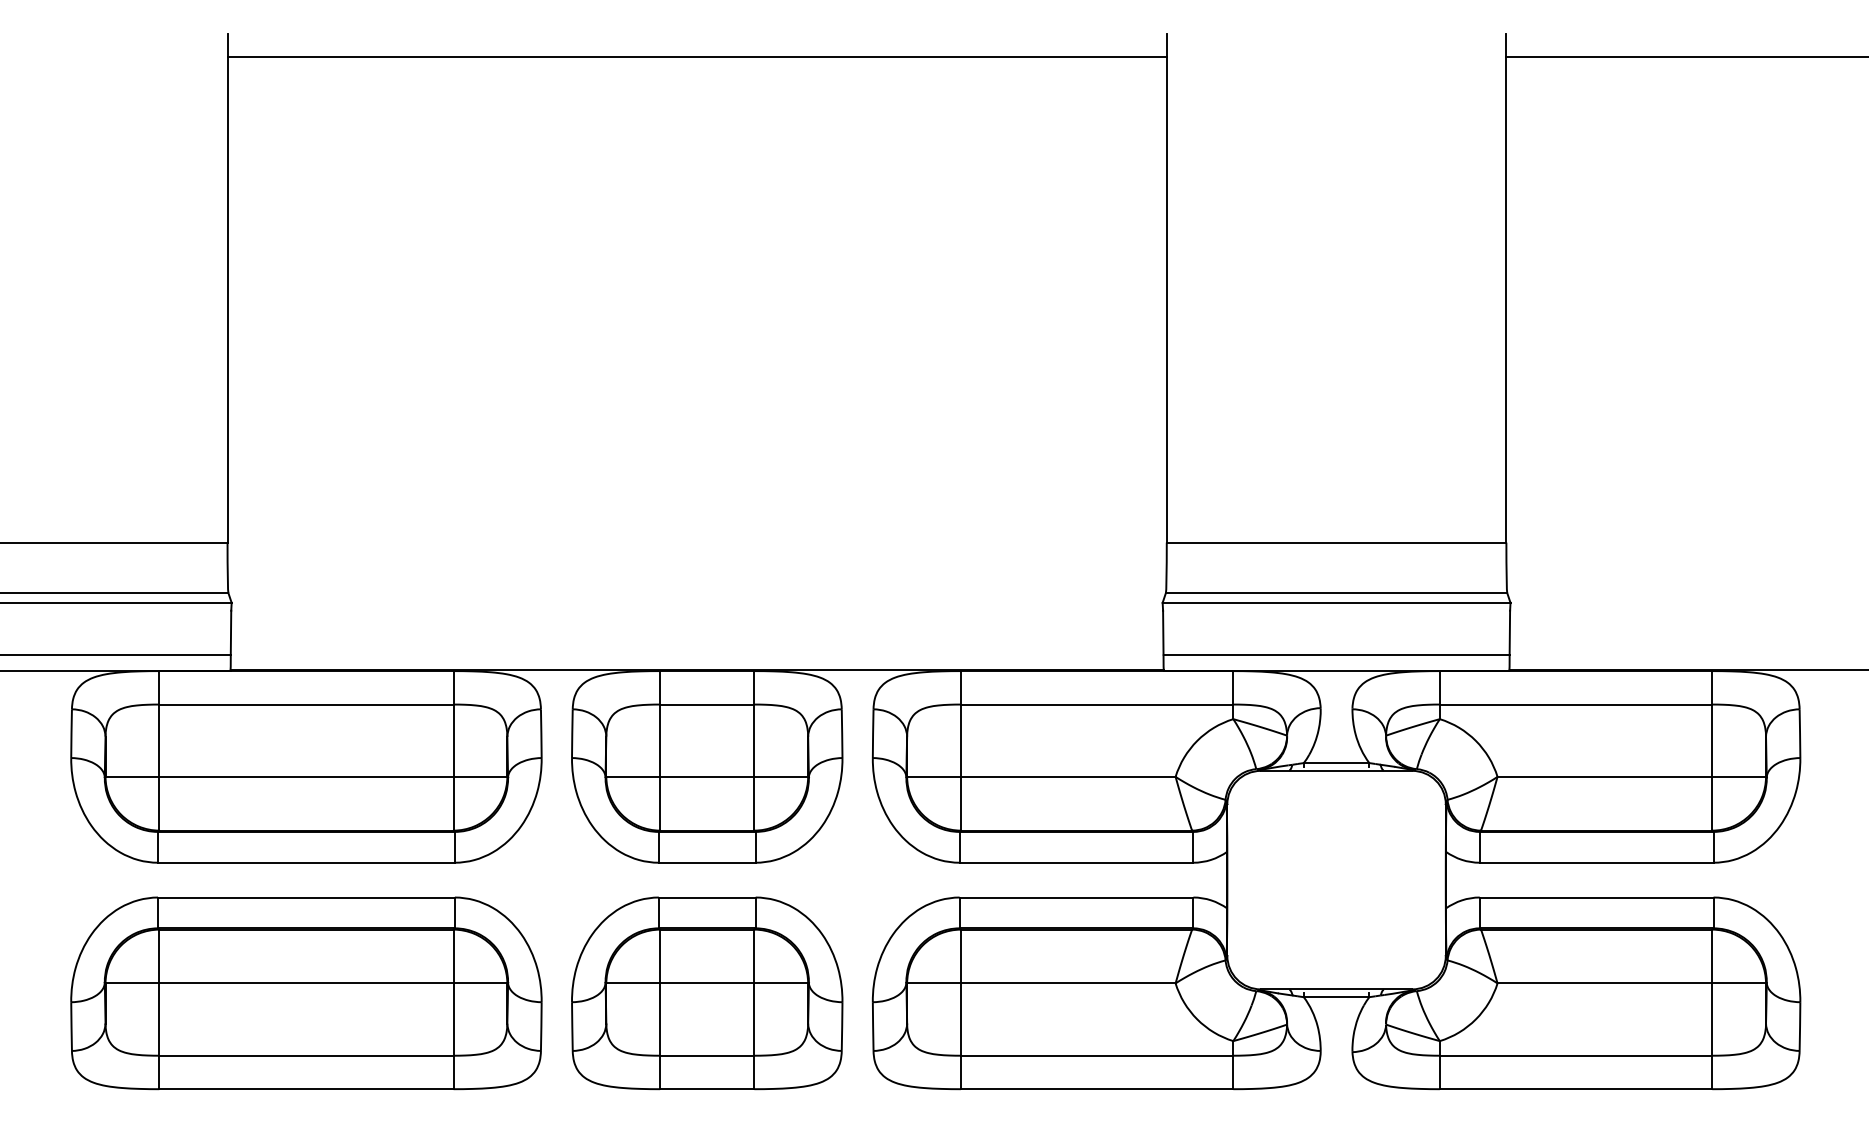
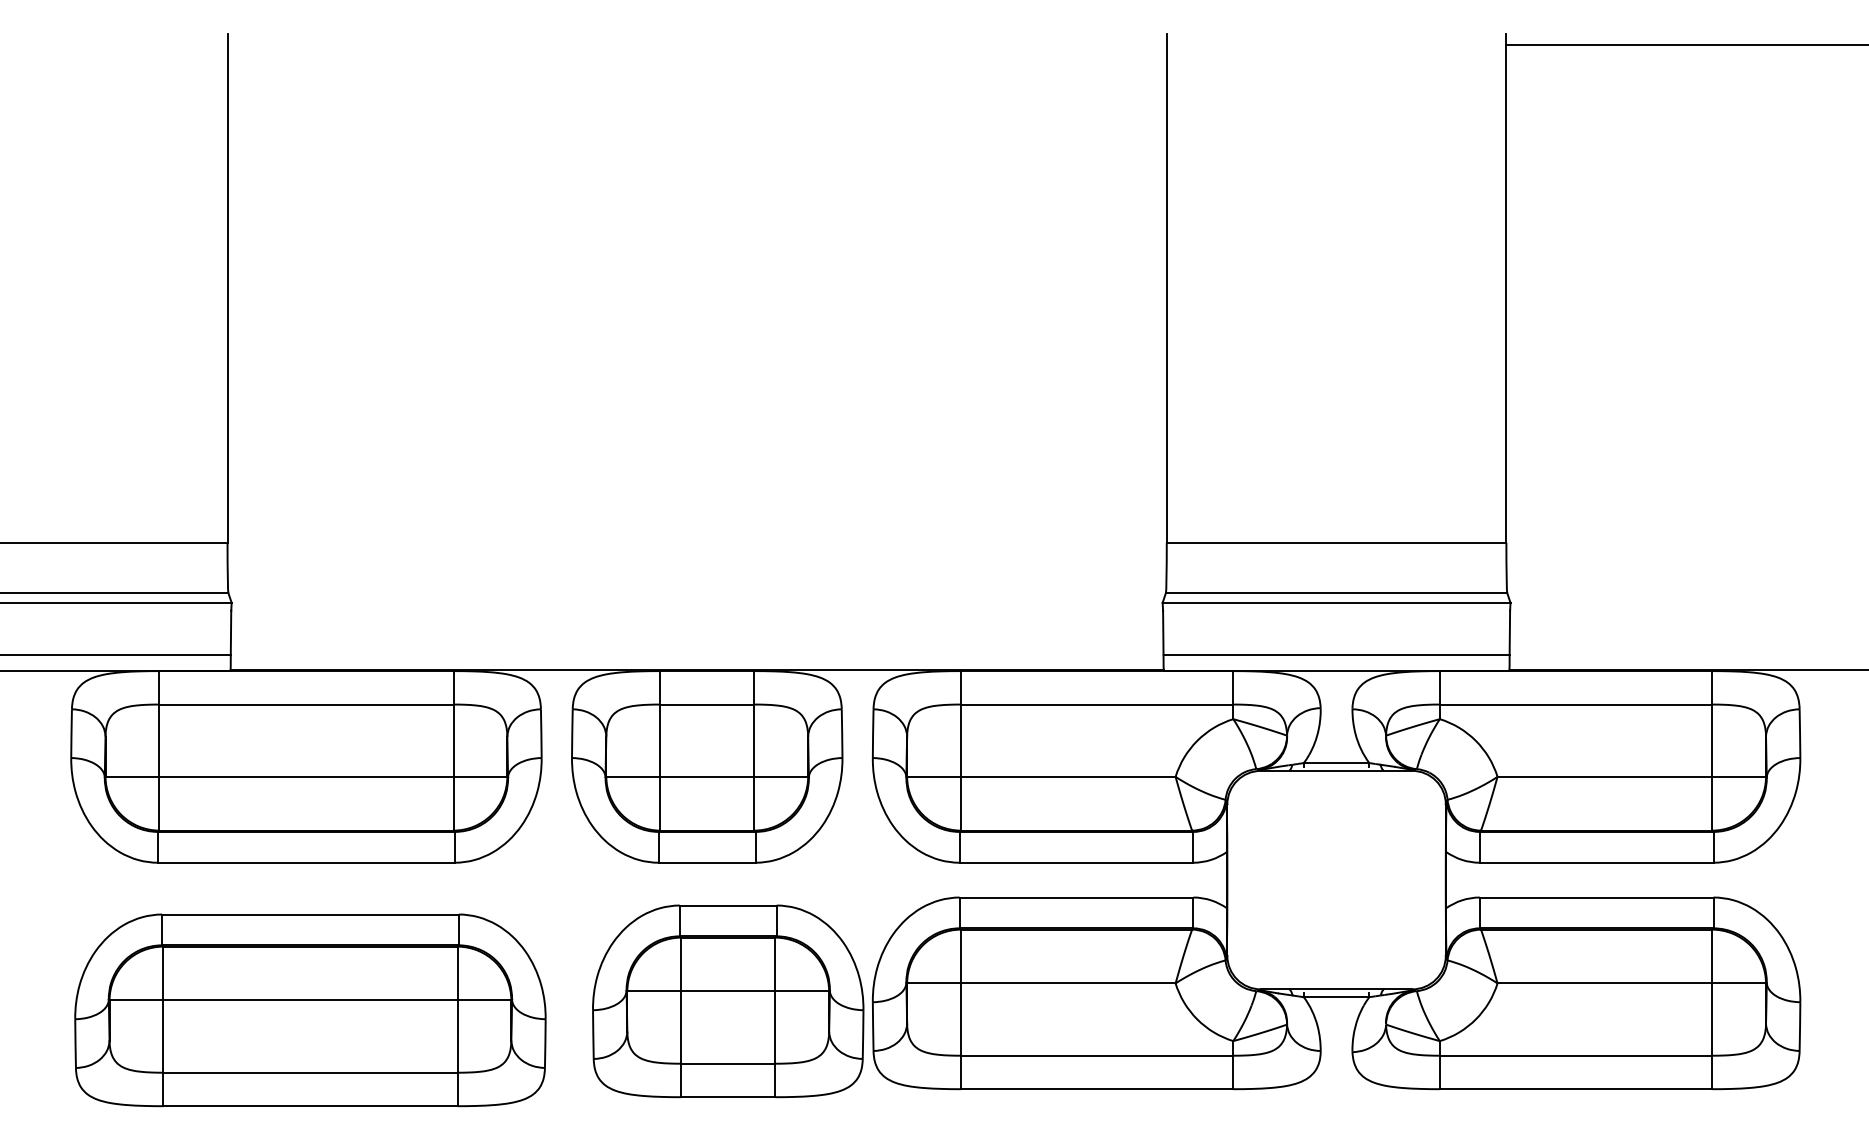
line at (696, 56): present -> none
line at (1685, 56) position: (1685, 56) -> (1685, 44)
part at (306, 993) position: (306, 993) -> (310, 1010)
part at (707, 993) position: (707, 993) -> (728, 1001)
